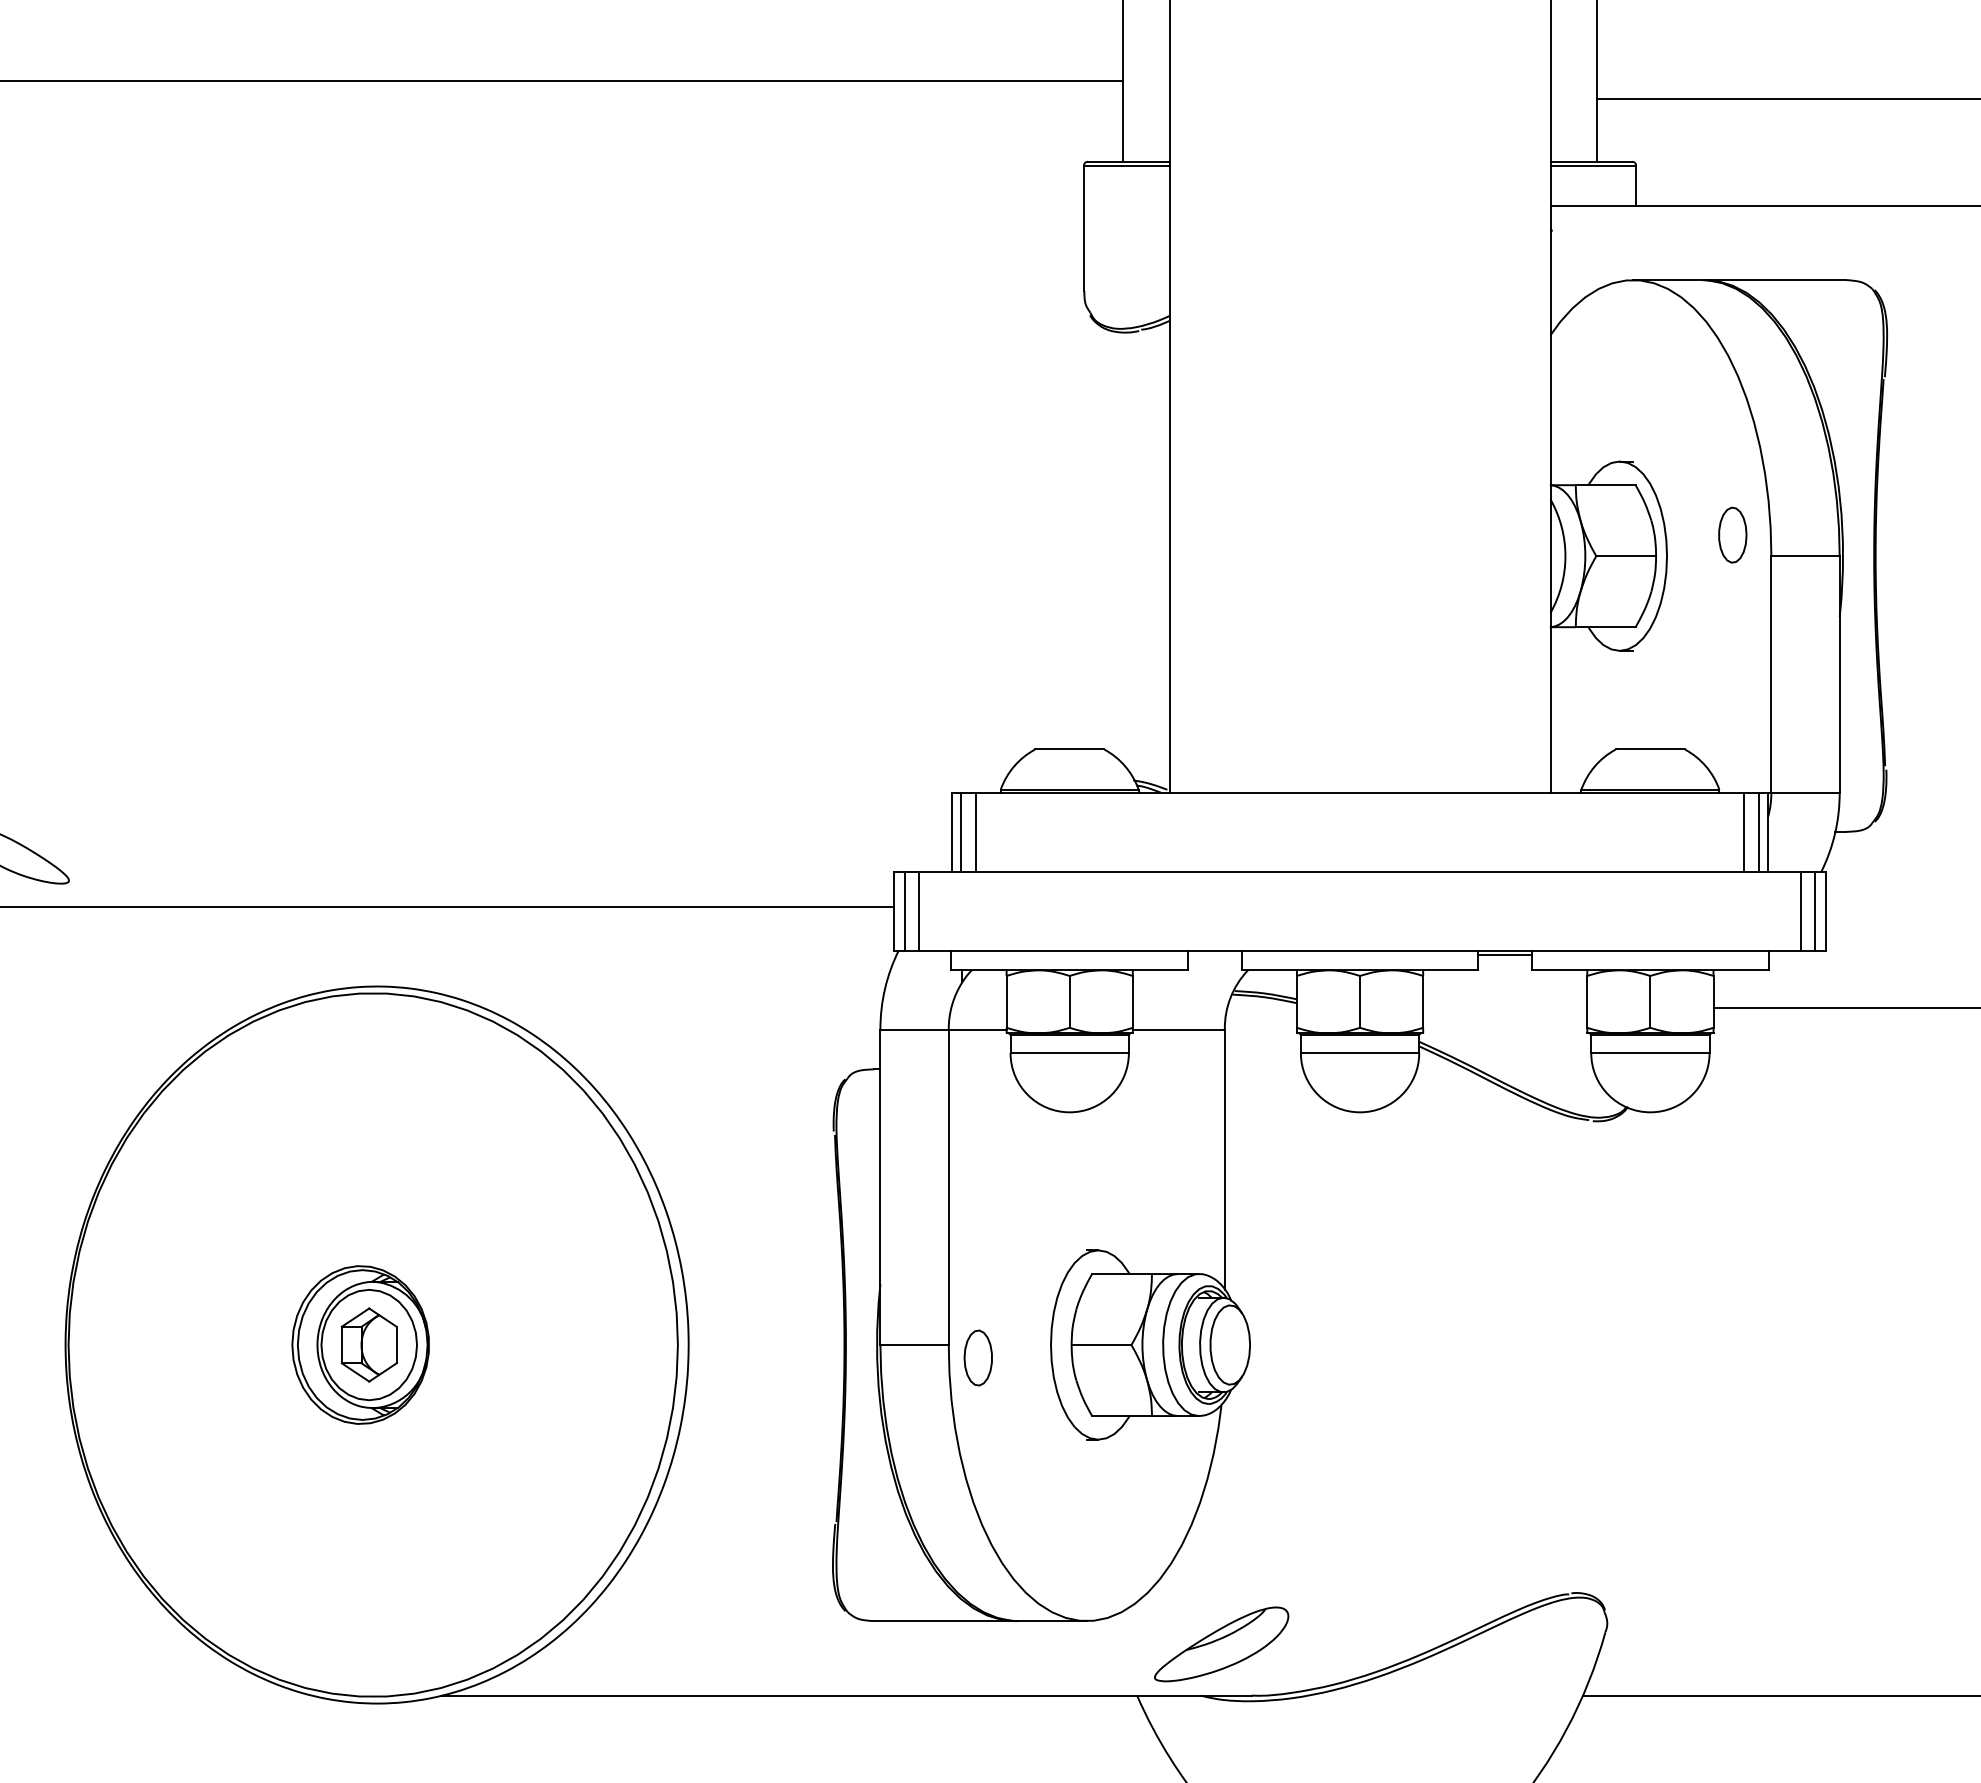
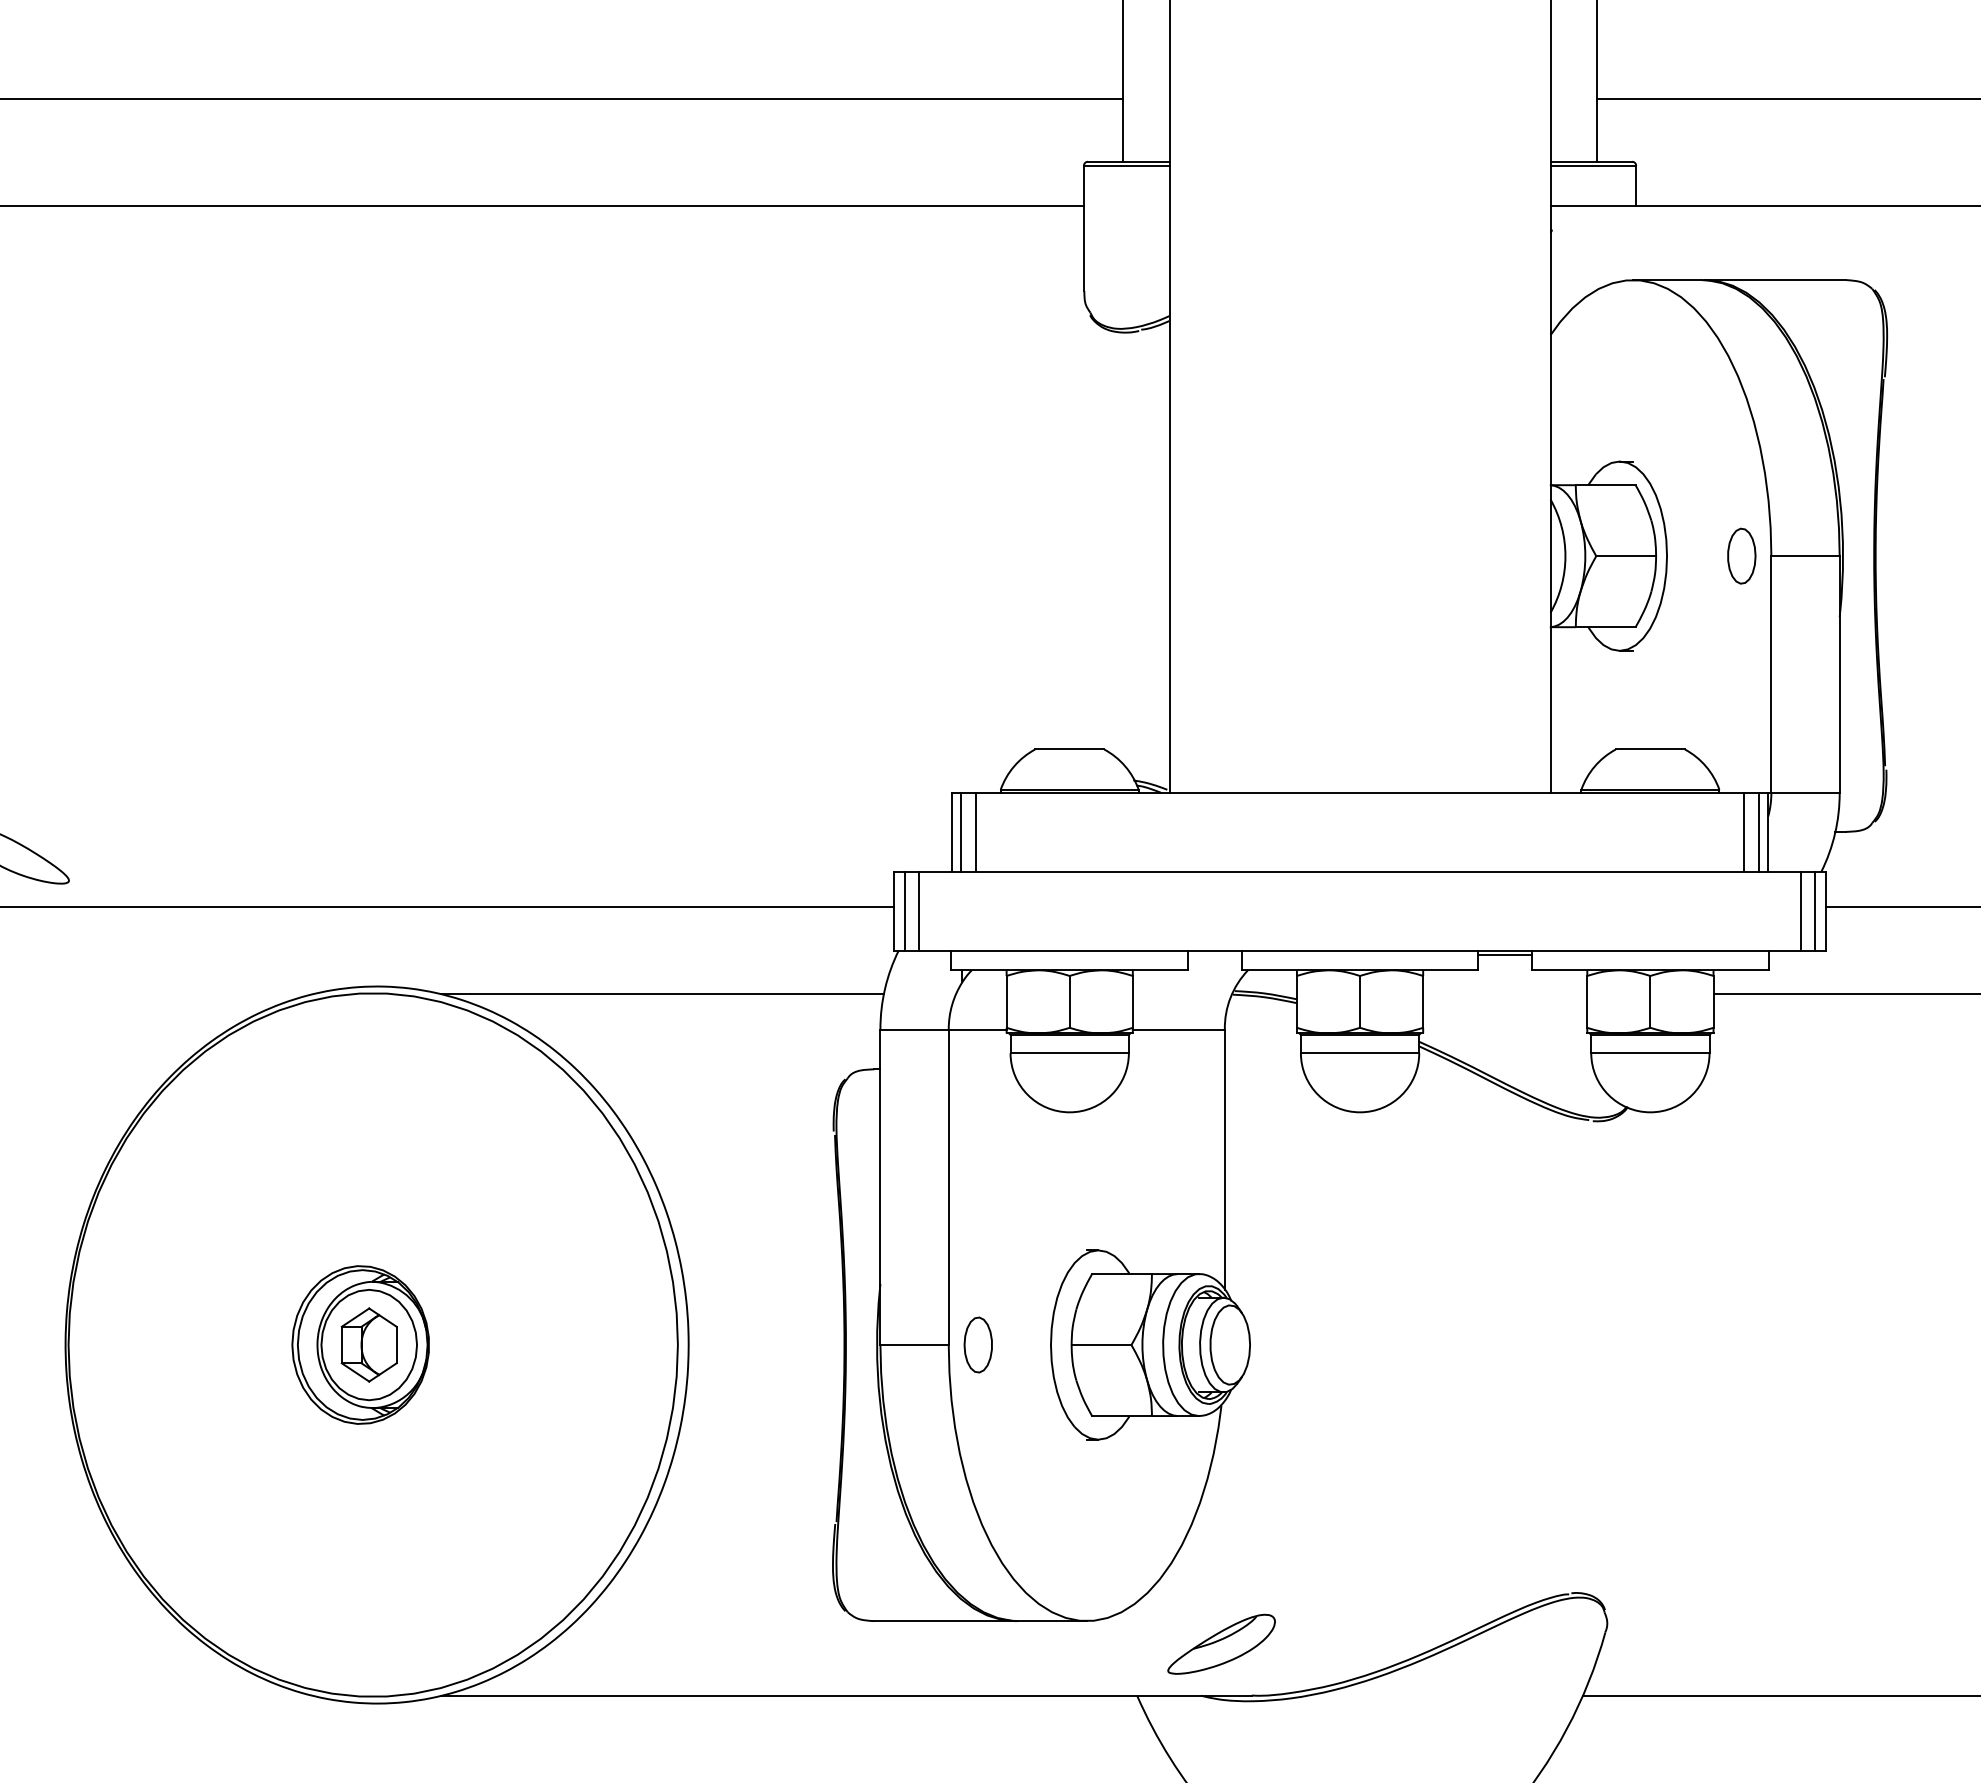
line at (562, 80) position: (562, 80) -> (562, 98)
line at (542, 205): none -> present
part at (1732, 534) position: (1732, 534) -> (1741, 555)
line at (1901, 906): none -> present
line at (662, 994): none -> present
line at (1845, 1008) position: (1845, 1008) -> (1845, 994)
part at (977, 1357) position: (977, 1357) -> (977, 1344)
part at (1221, 1644) size: 136x77 px -> 109x62 px
